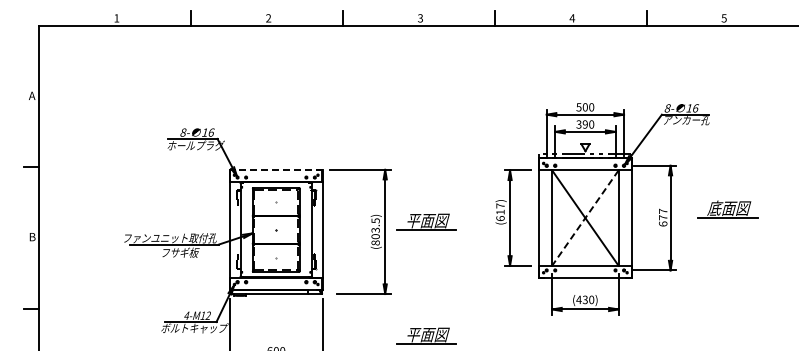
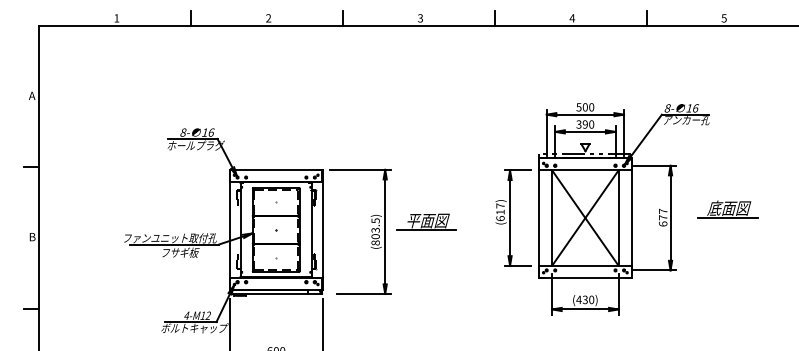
line at (275, 169): dashed -> solid
line at (585, 218): dashed -> solid
part at (426, 335): present -> none
